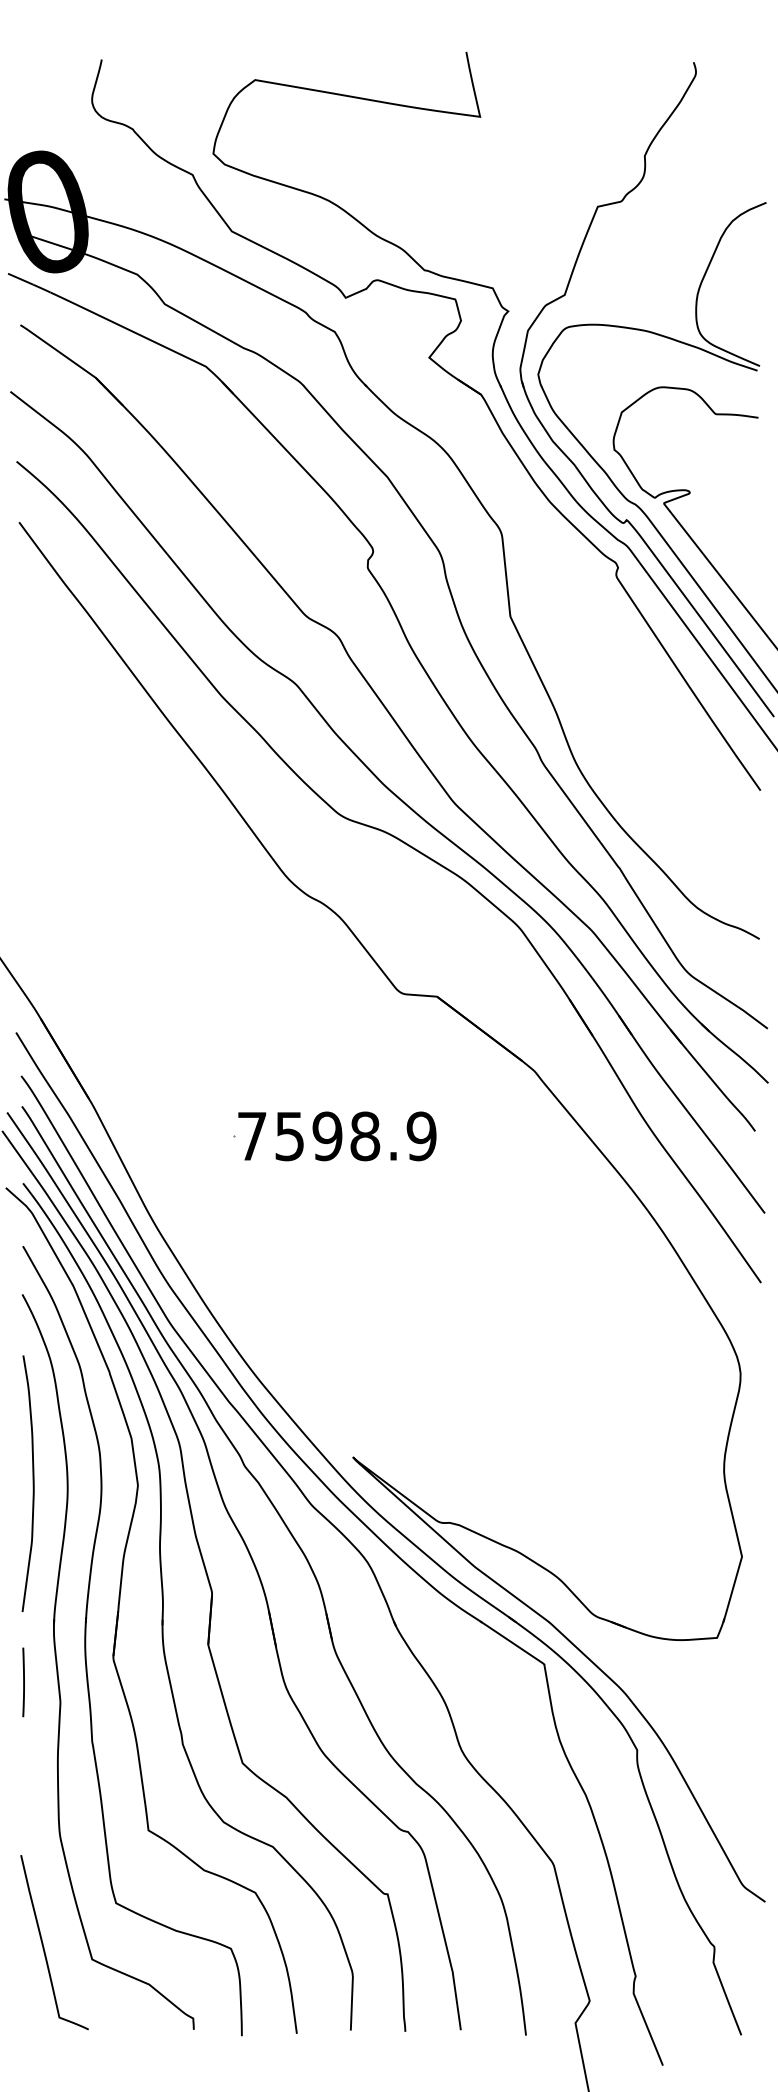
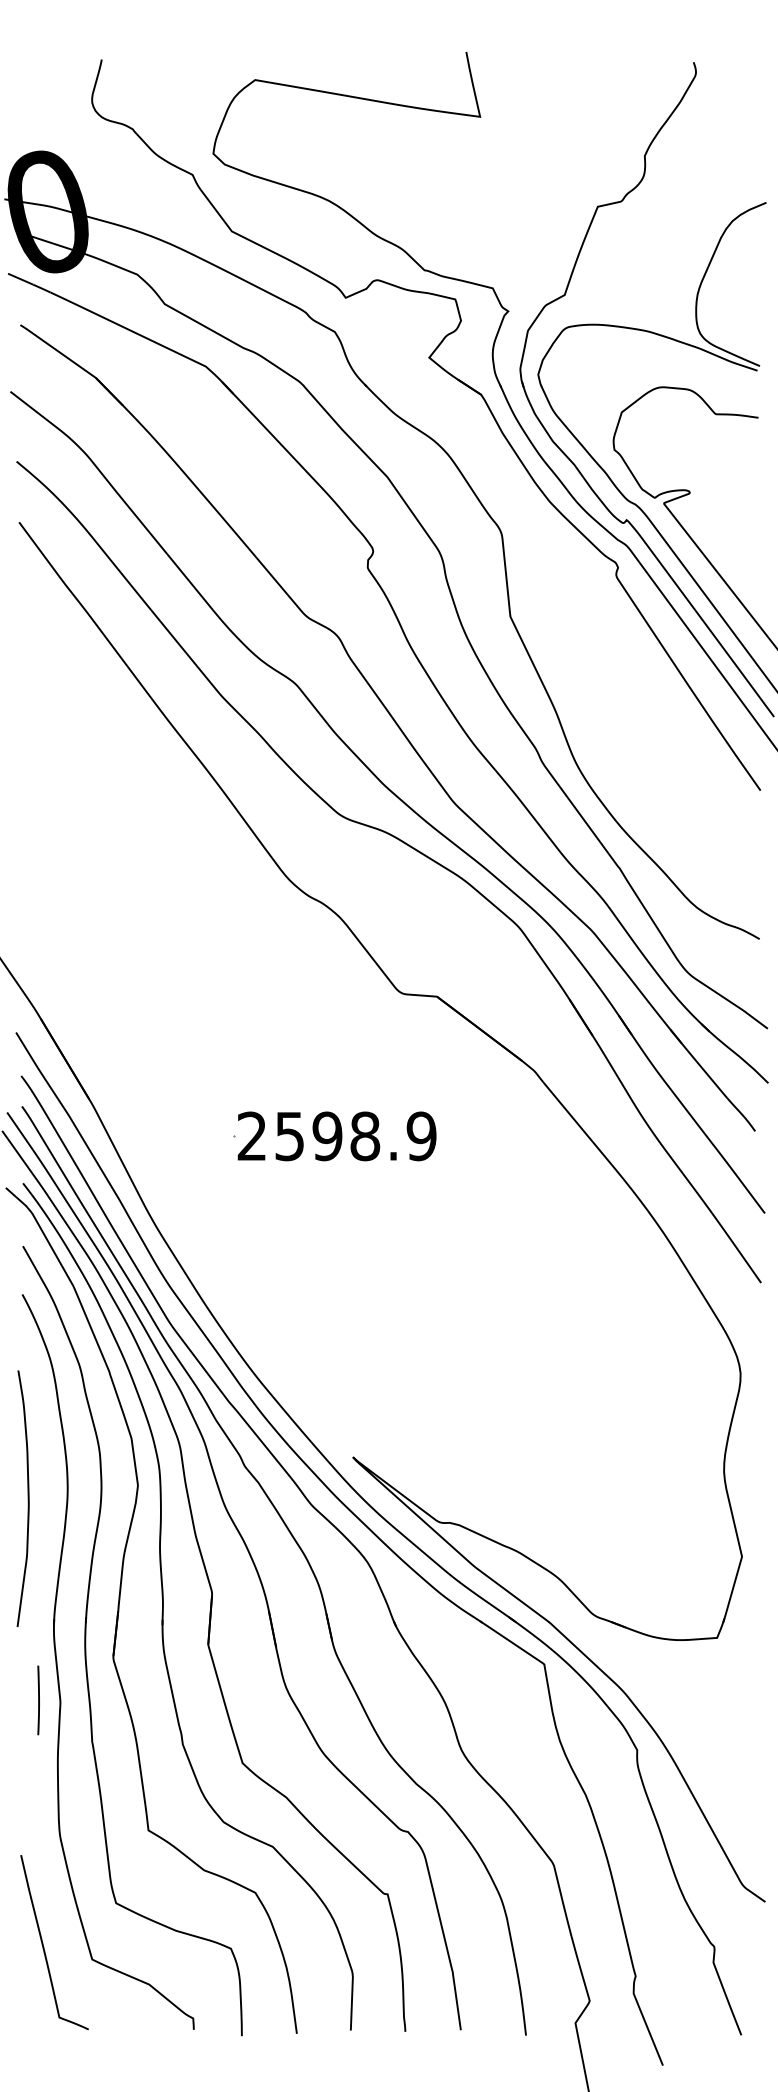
text at (251, 1135): 7598.9 -> 2598.9
curve at (32, 1483) position: (32, 1483) -> (27, 1498)
line at (23, 1682) position: (23, 1682) -> (38, 1700)
